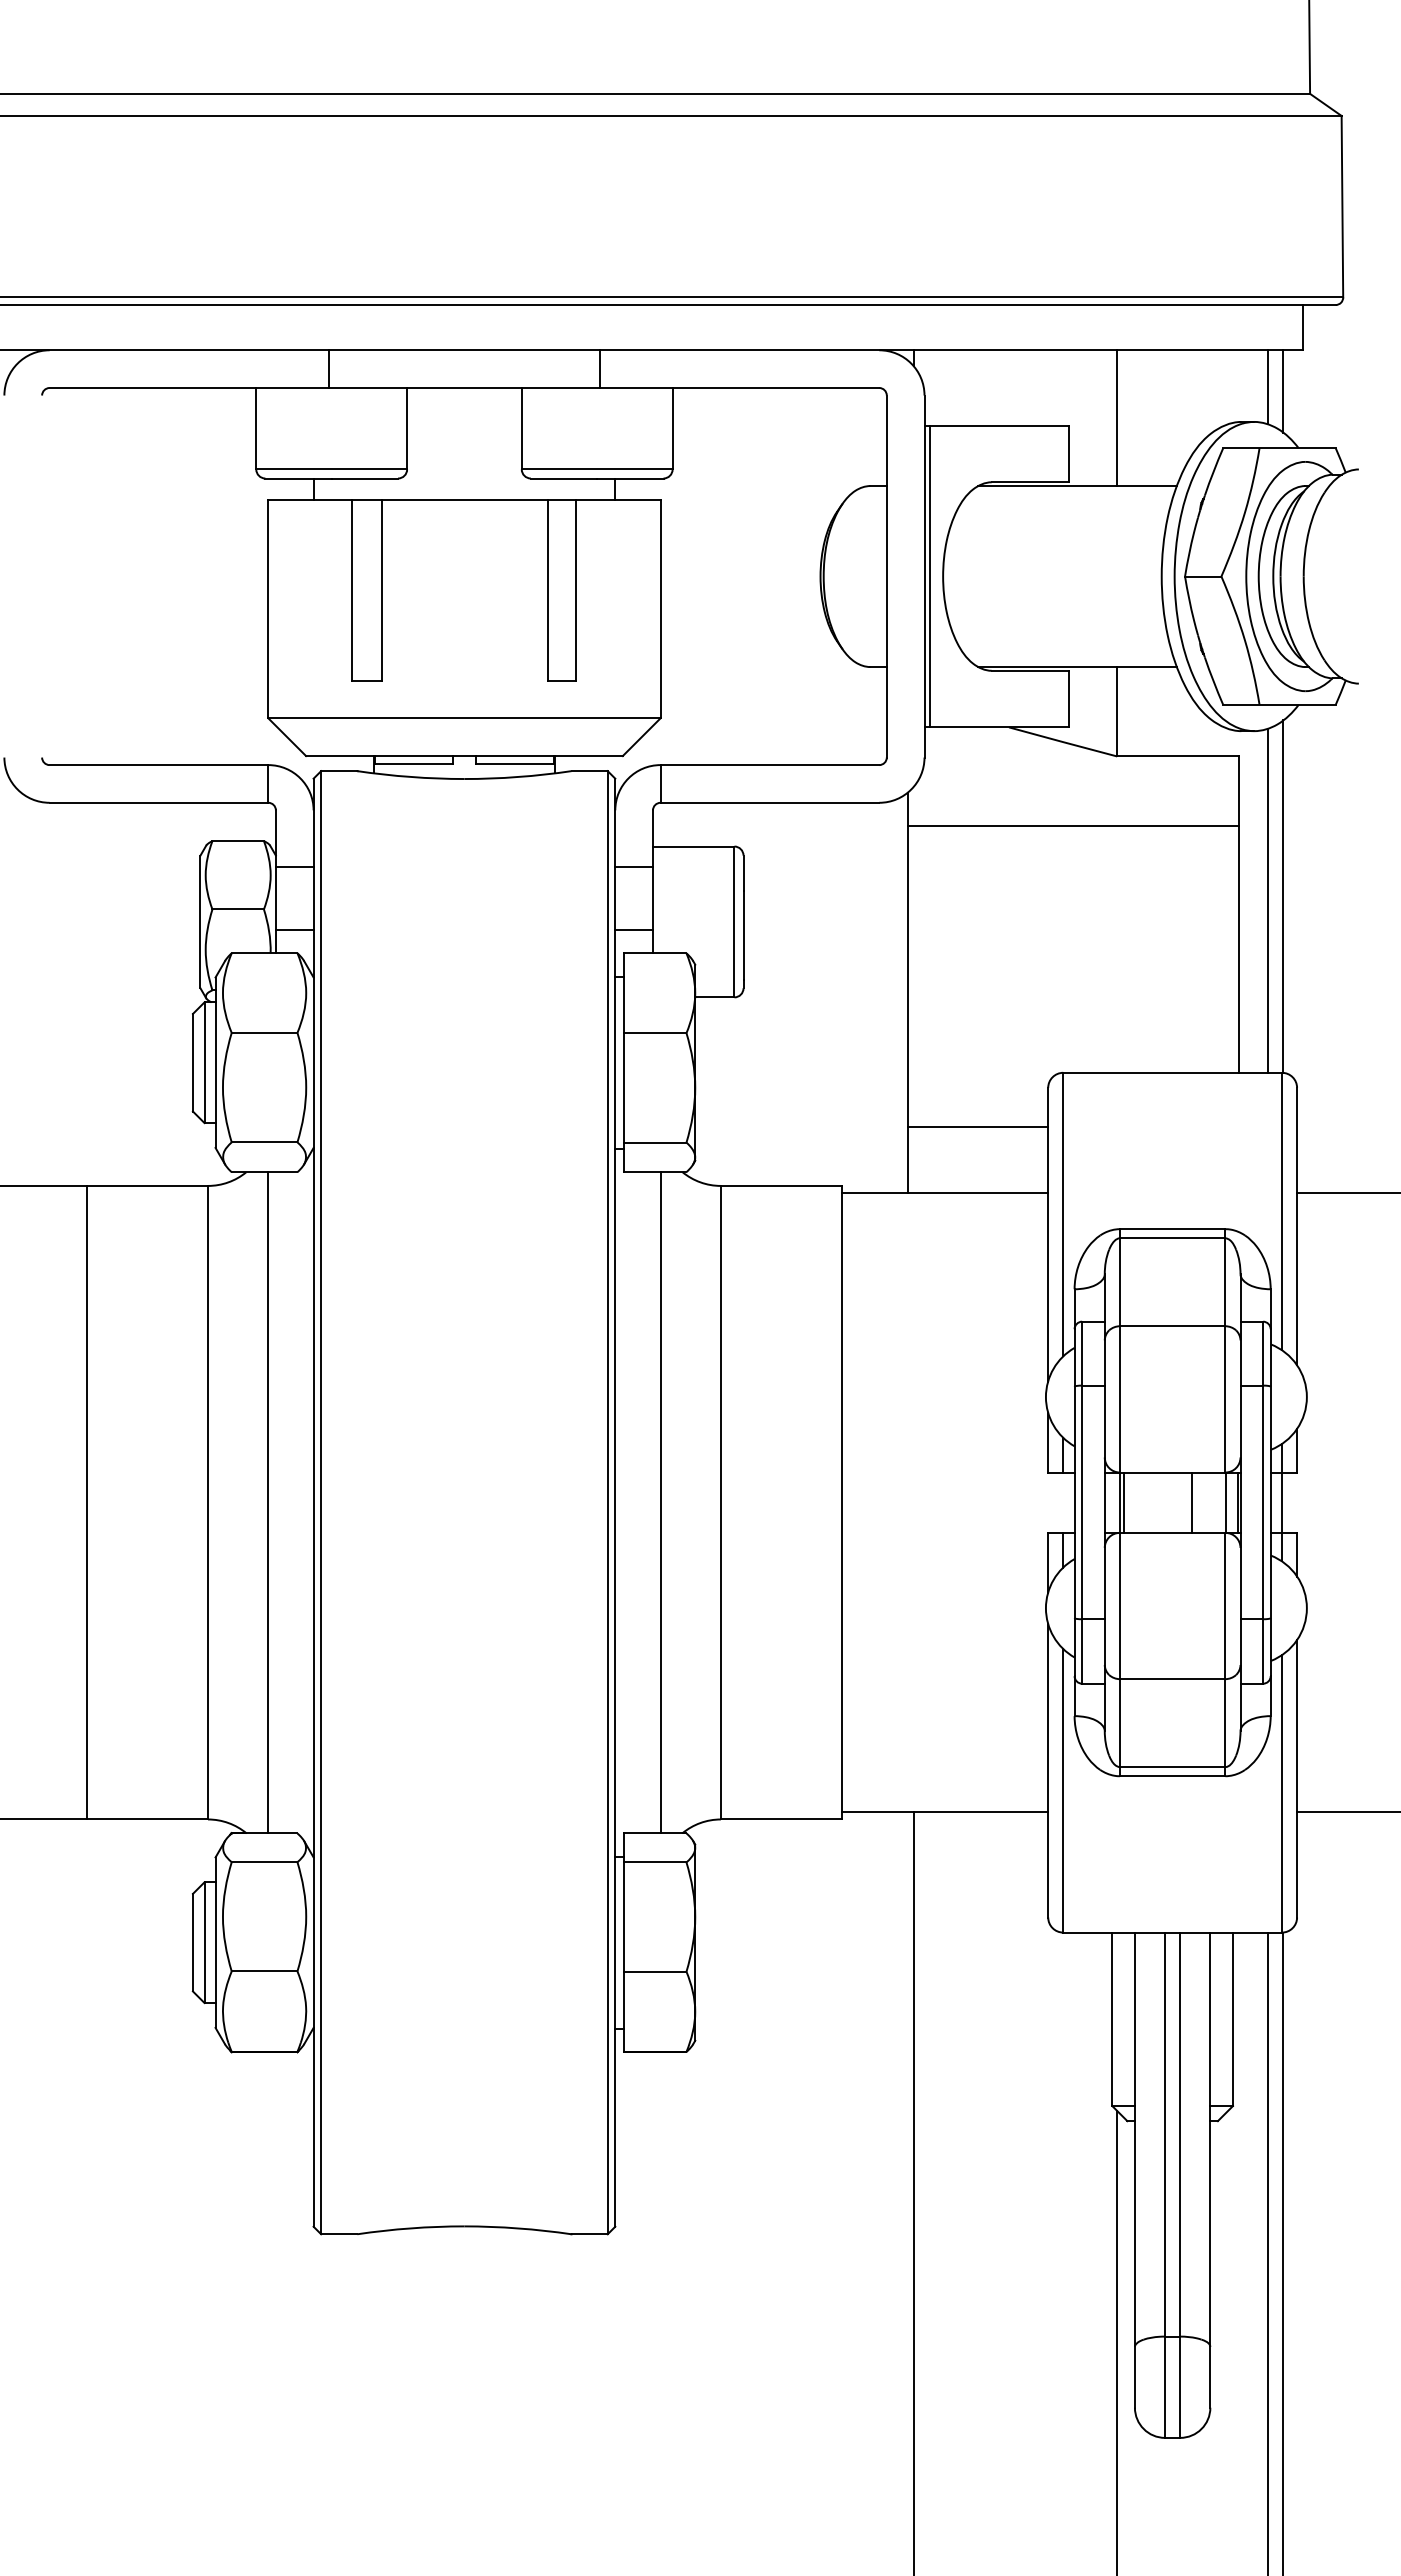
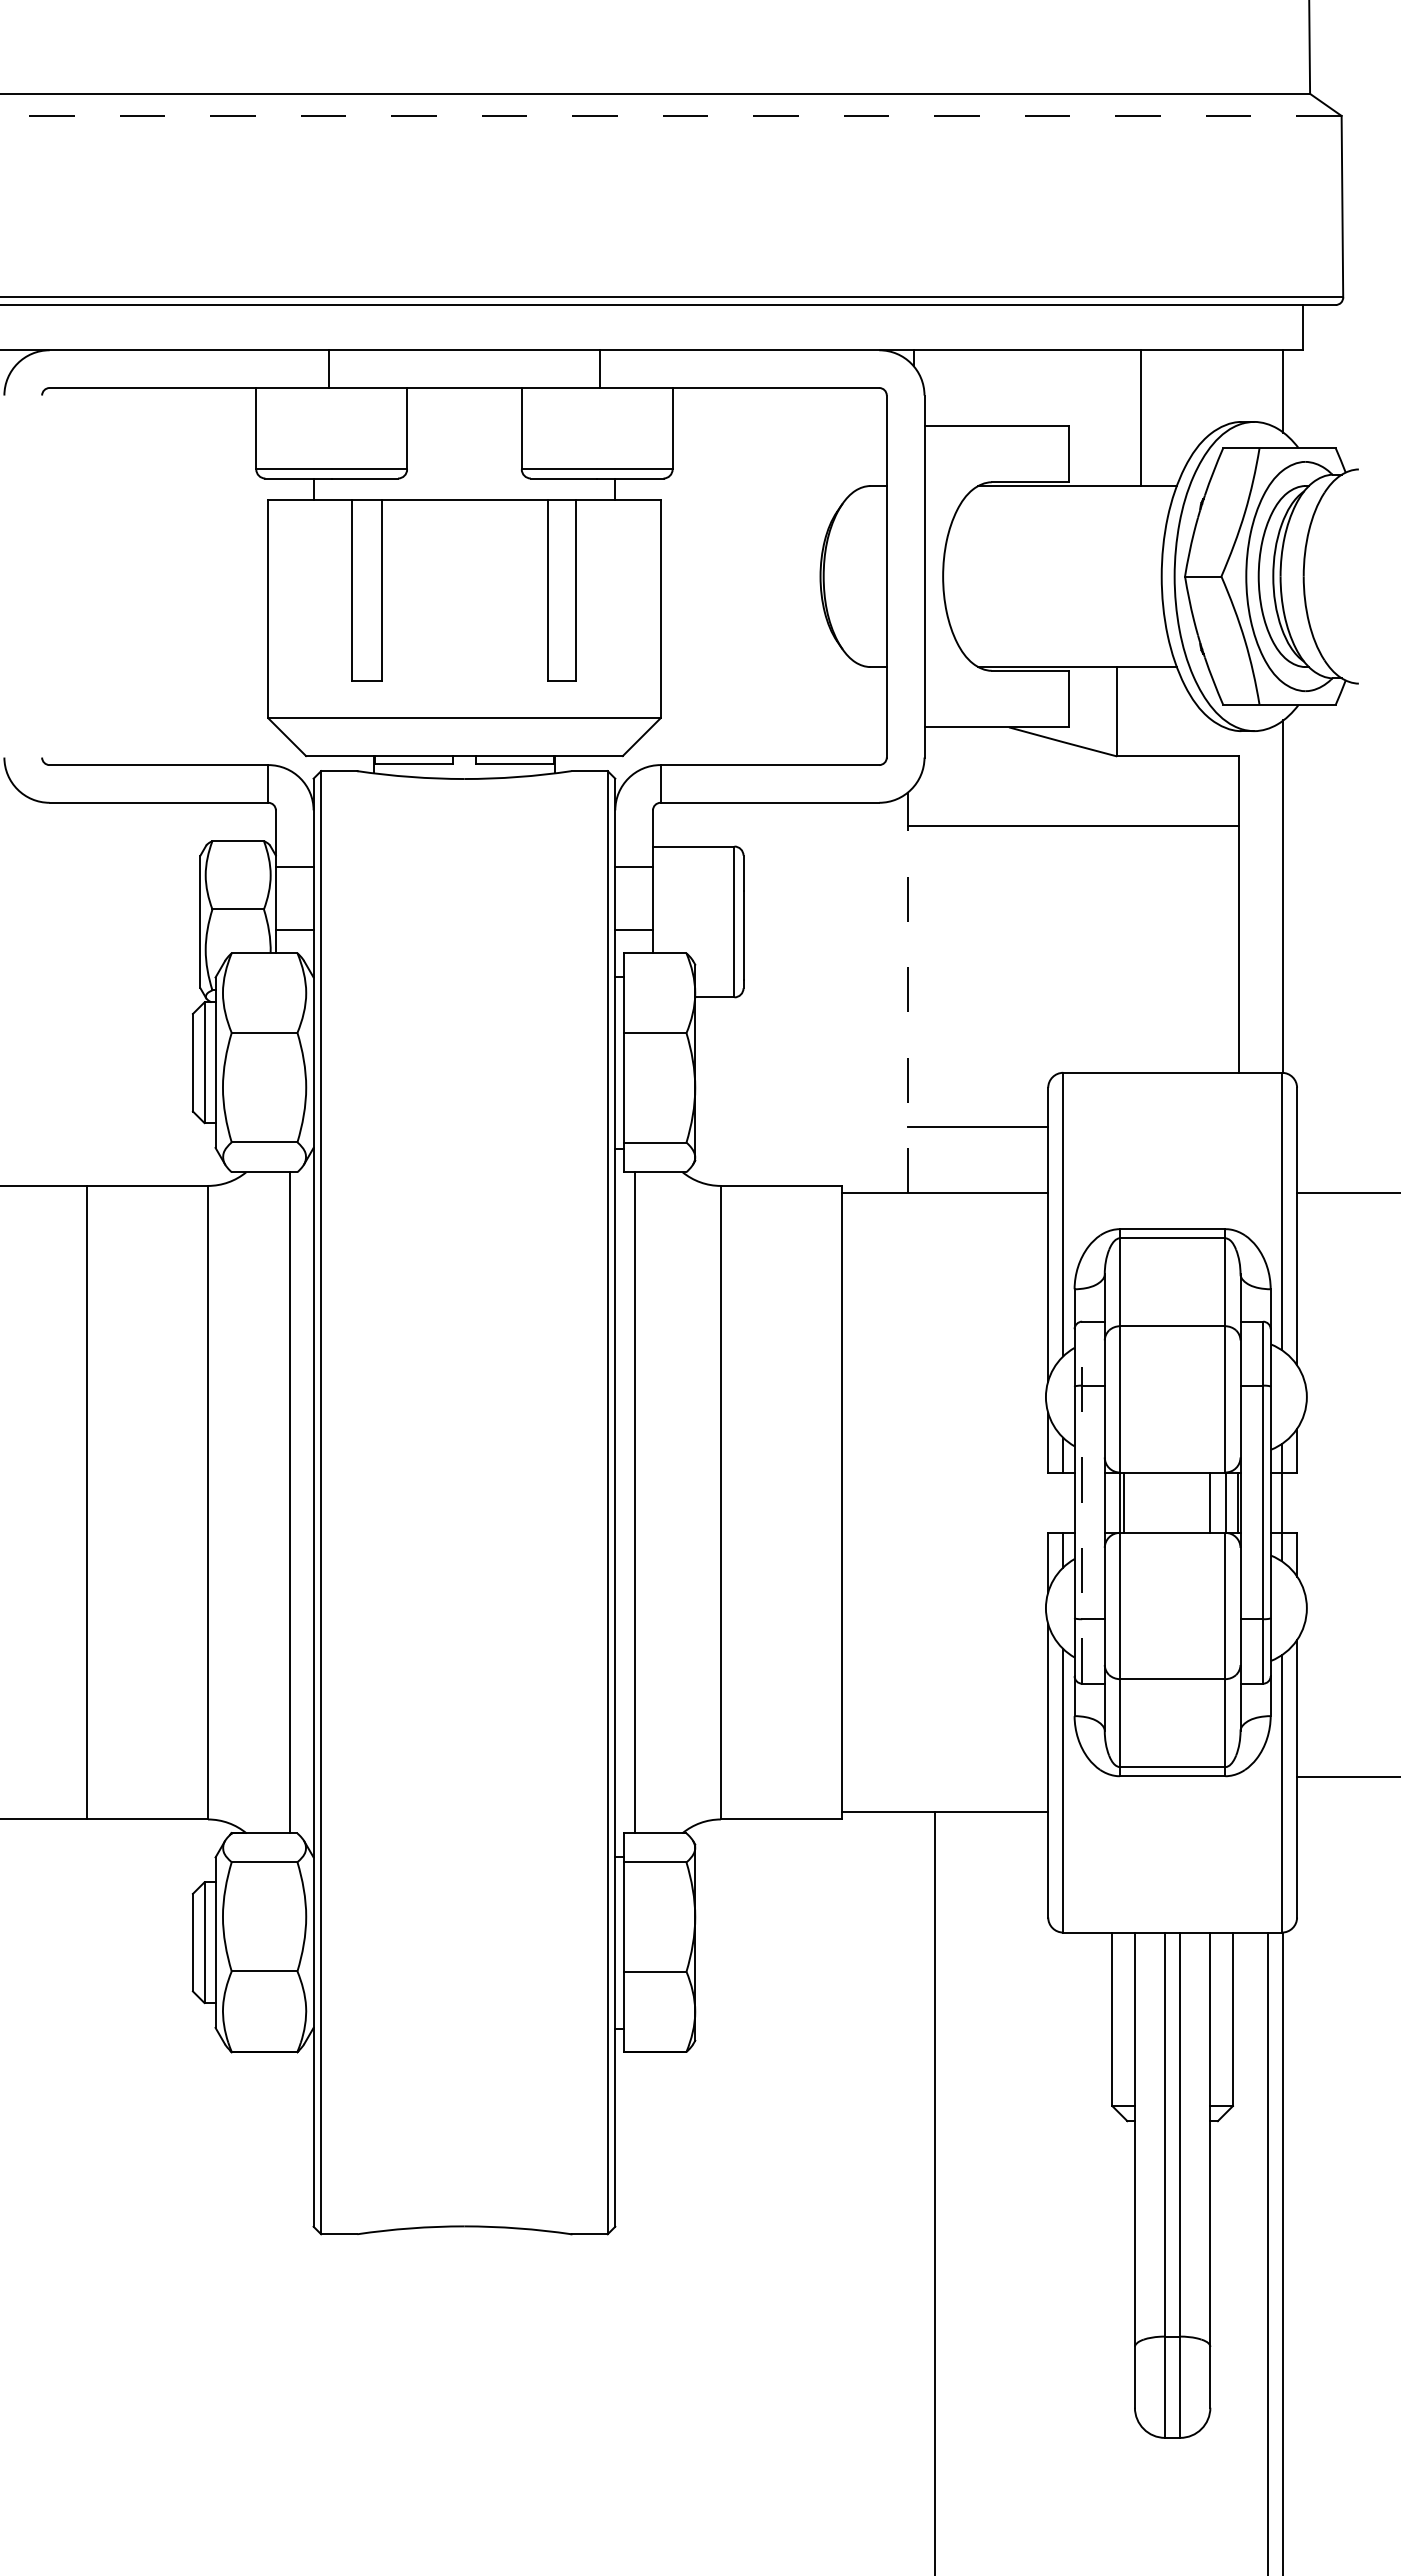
line at (670, 115): solid -> dashed
line at (1268, 387): present -> none
line at (1117, 418) position: (1117, 418) -> (1141, 418)
line at (929, 576): present -> none
line at (1268, 900): present -> none
line at (907, 992): solid -> dashed
line at (268, 1502) position: (268, 1502) -> (290, 1502)
line at (660, 1502) position: (660, 1502) -> (634, 1502)
line at (1082, 1502): solid -> dashed
line at (1191, 1502) position: (1191, 1502) -> (1209, 1502)
line at (1347, 1811) position: (1347, 1811) -> (1347, 1776)
line at (913, 2191) position: (913, 2191) -> (934, 2191)
line at (1117, 2341): present -> none
